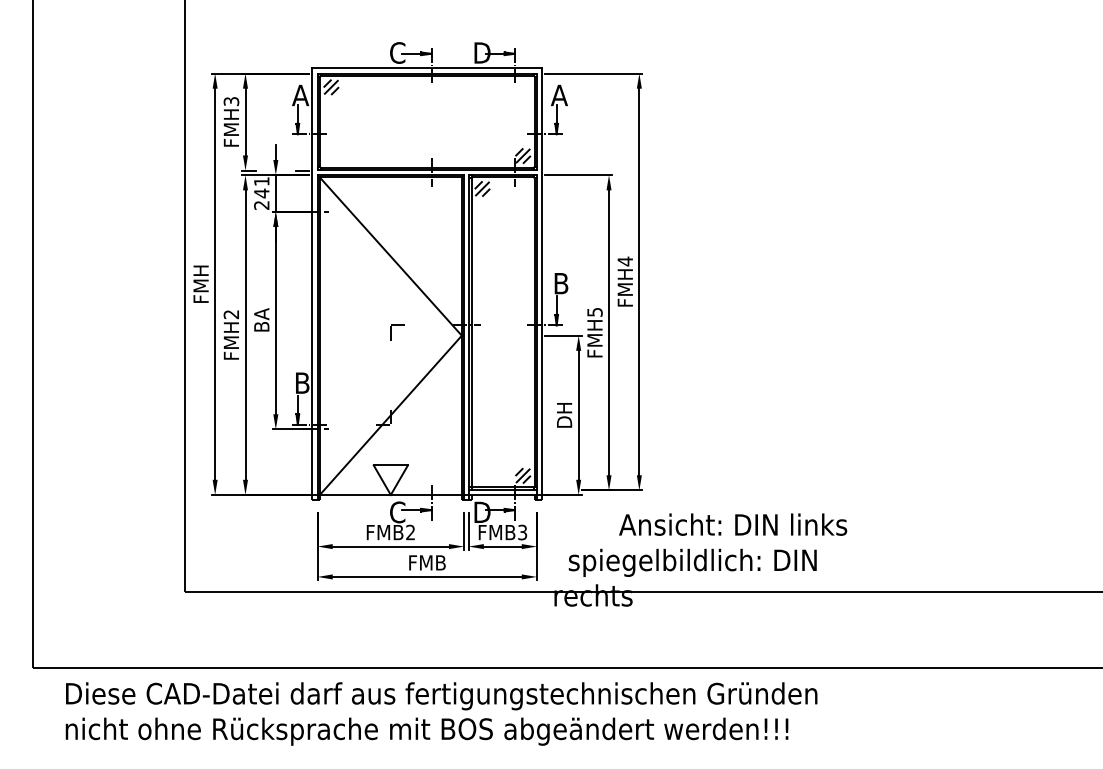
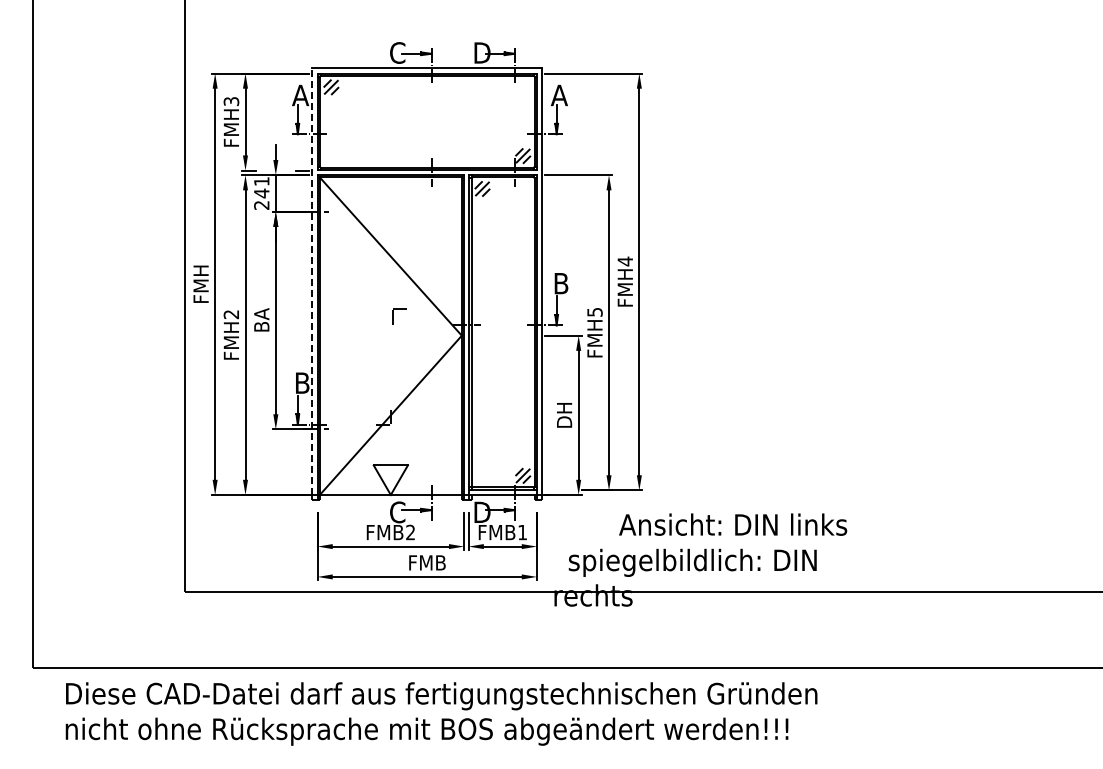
line at (312, 281): solid -> dashed
part at (397, 332) position: (397, 332) -> (399, 316)
text at (522, 532): FMB3 -> FMB1
